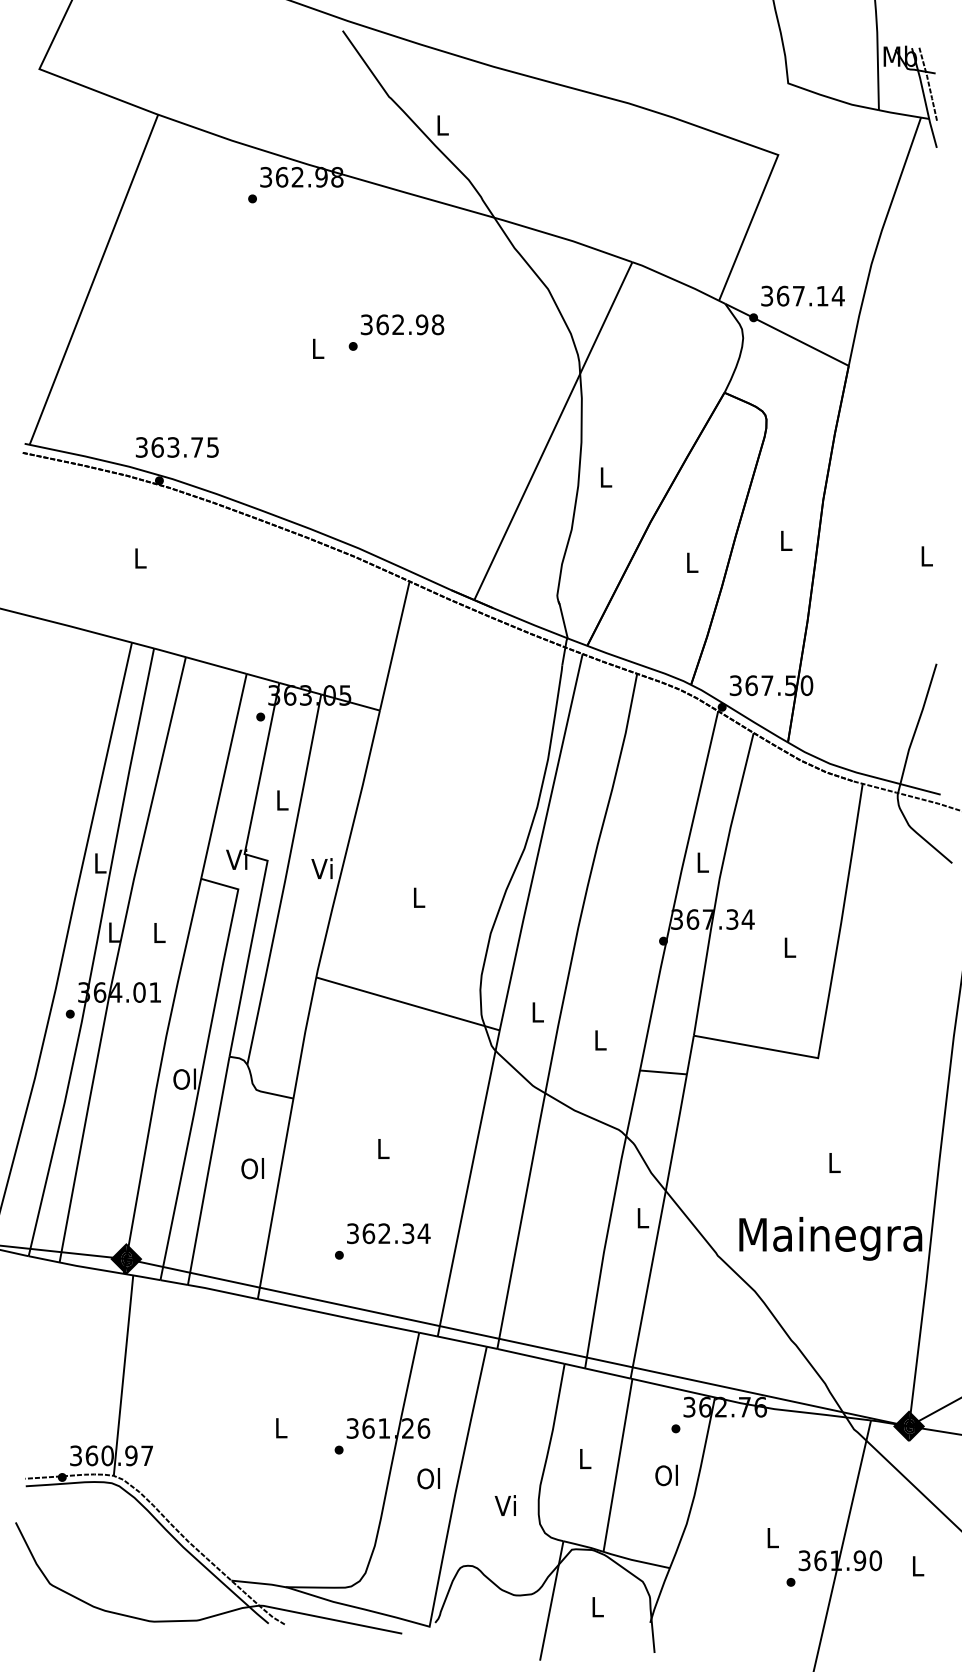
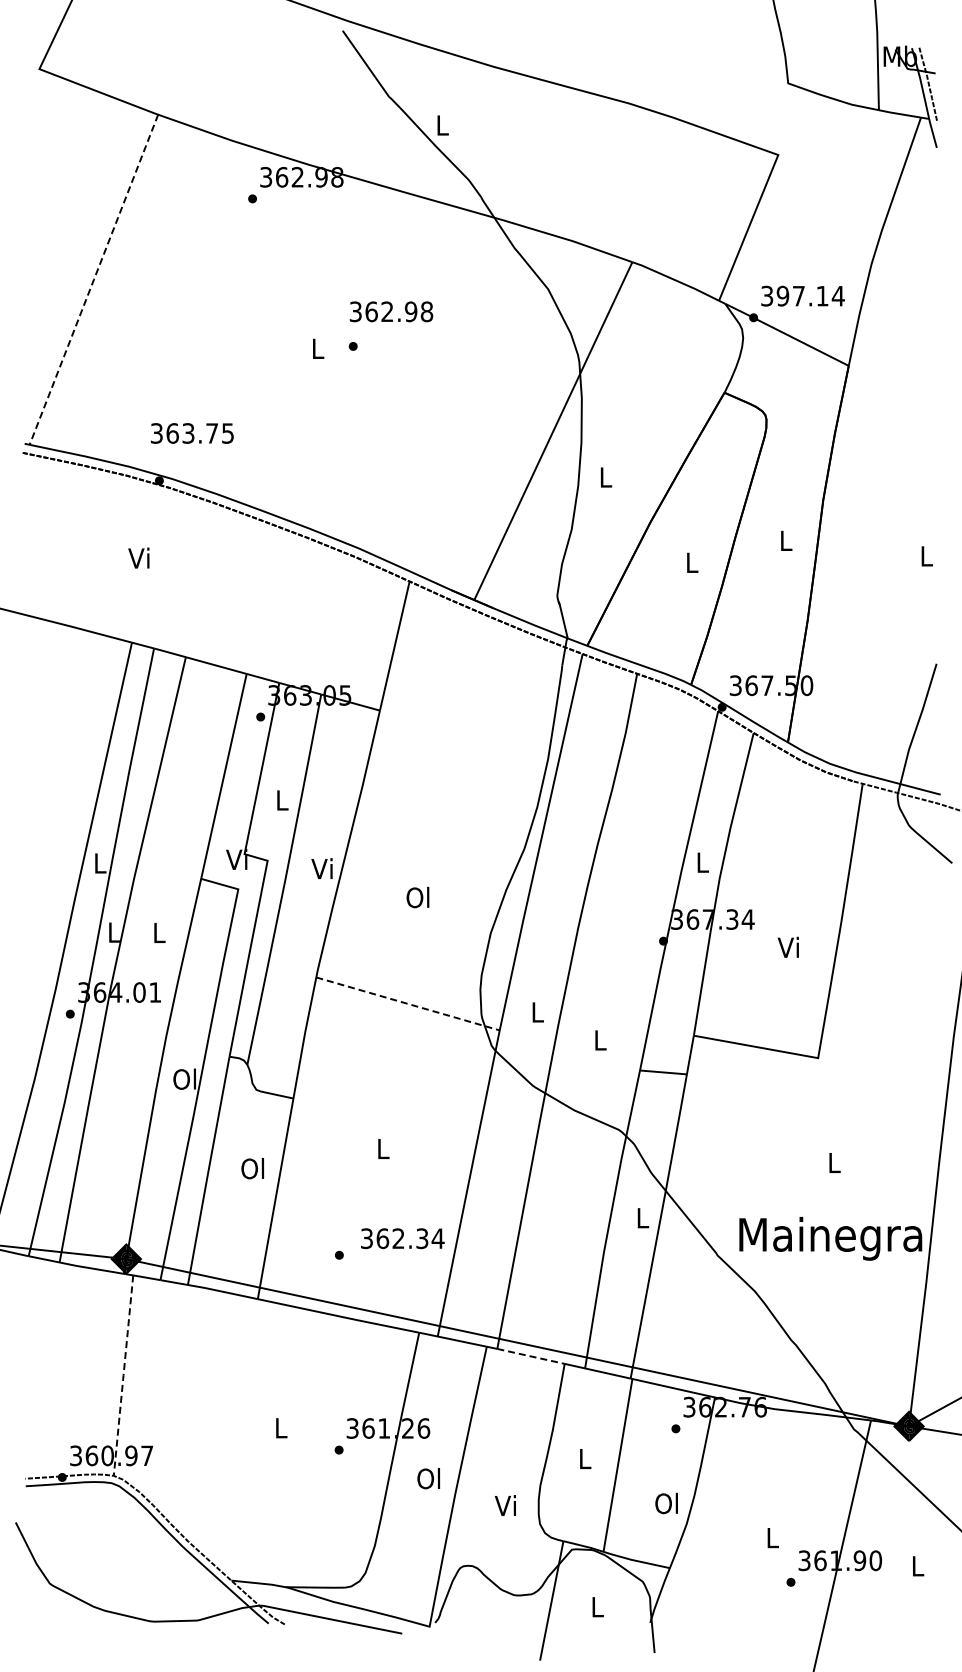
line at (93, 279): solid -> dashed
text at (782, 295): 367.14 -> 397.14
text at (402, 324) position: (402, 324) -> (391, 311)
text at (176, 447) position: (176, 447) -> (191, 433)
text at (138, 557): L -> Vi
text at (417, 897): L -> Ol
text at (787, 946): L -> Vi
line at (408, 1003): solid -> dashed
text at (388, 1233) position: (388, 1233) -> (402, 1238)
line at (532, 1356): solid -> dashed
line at (123, 1375): solid -> dashed
text at (666, 1475) position: (666, 1475) -> (666, 1503)
